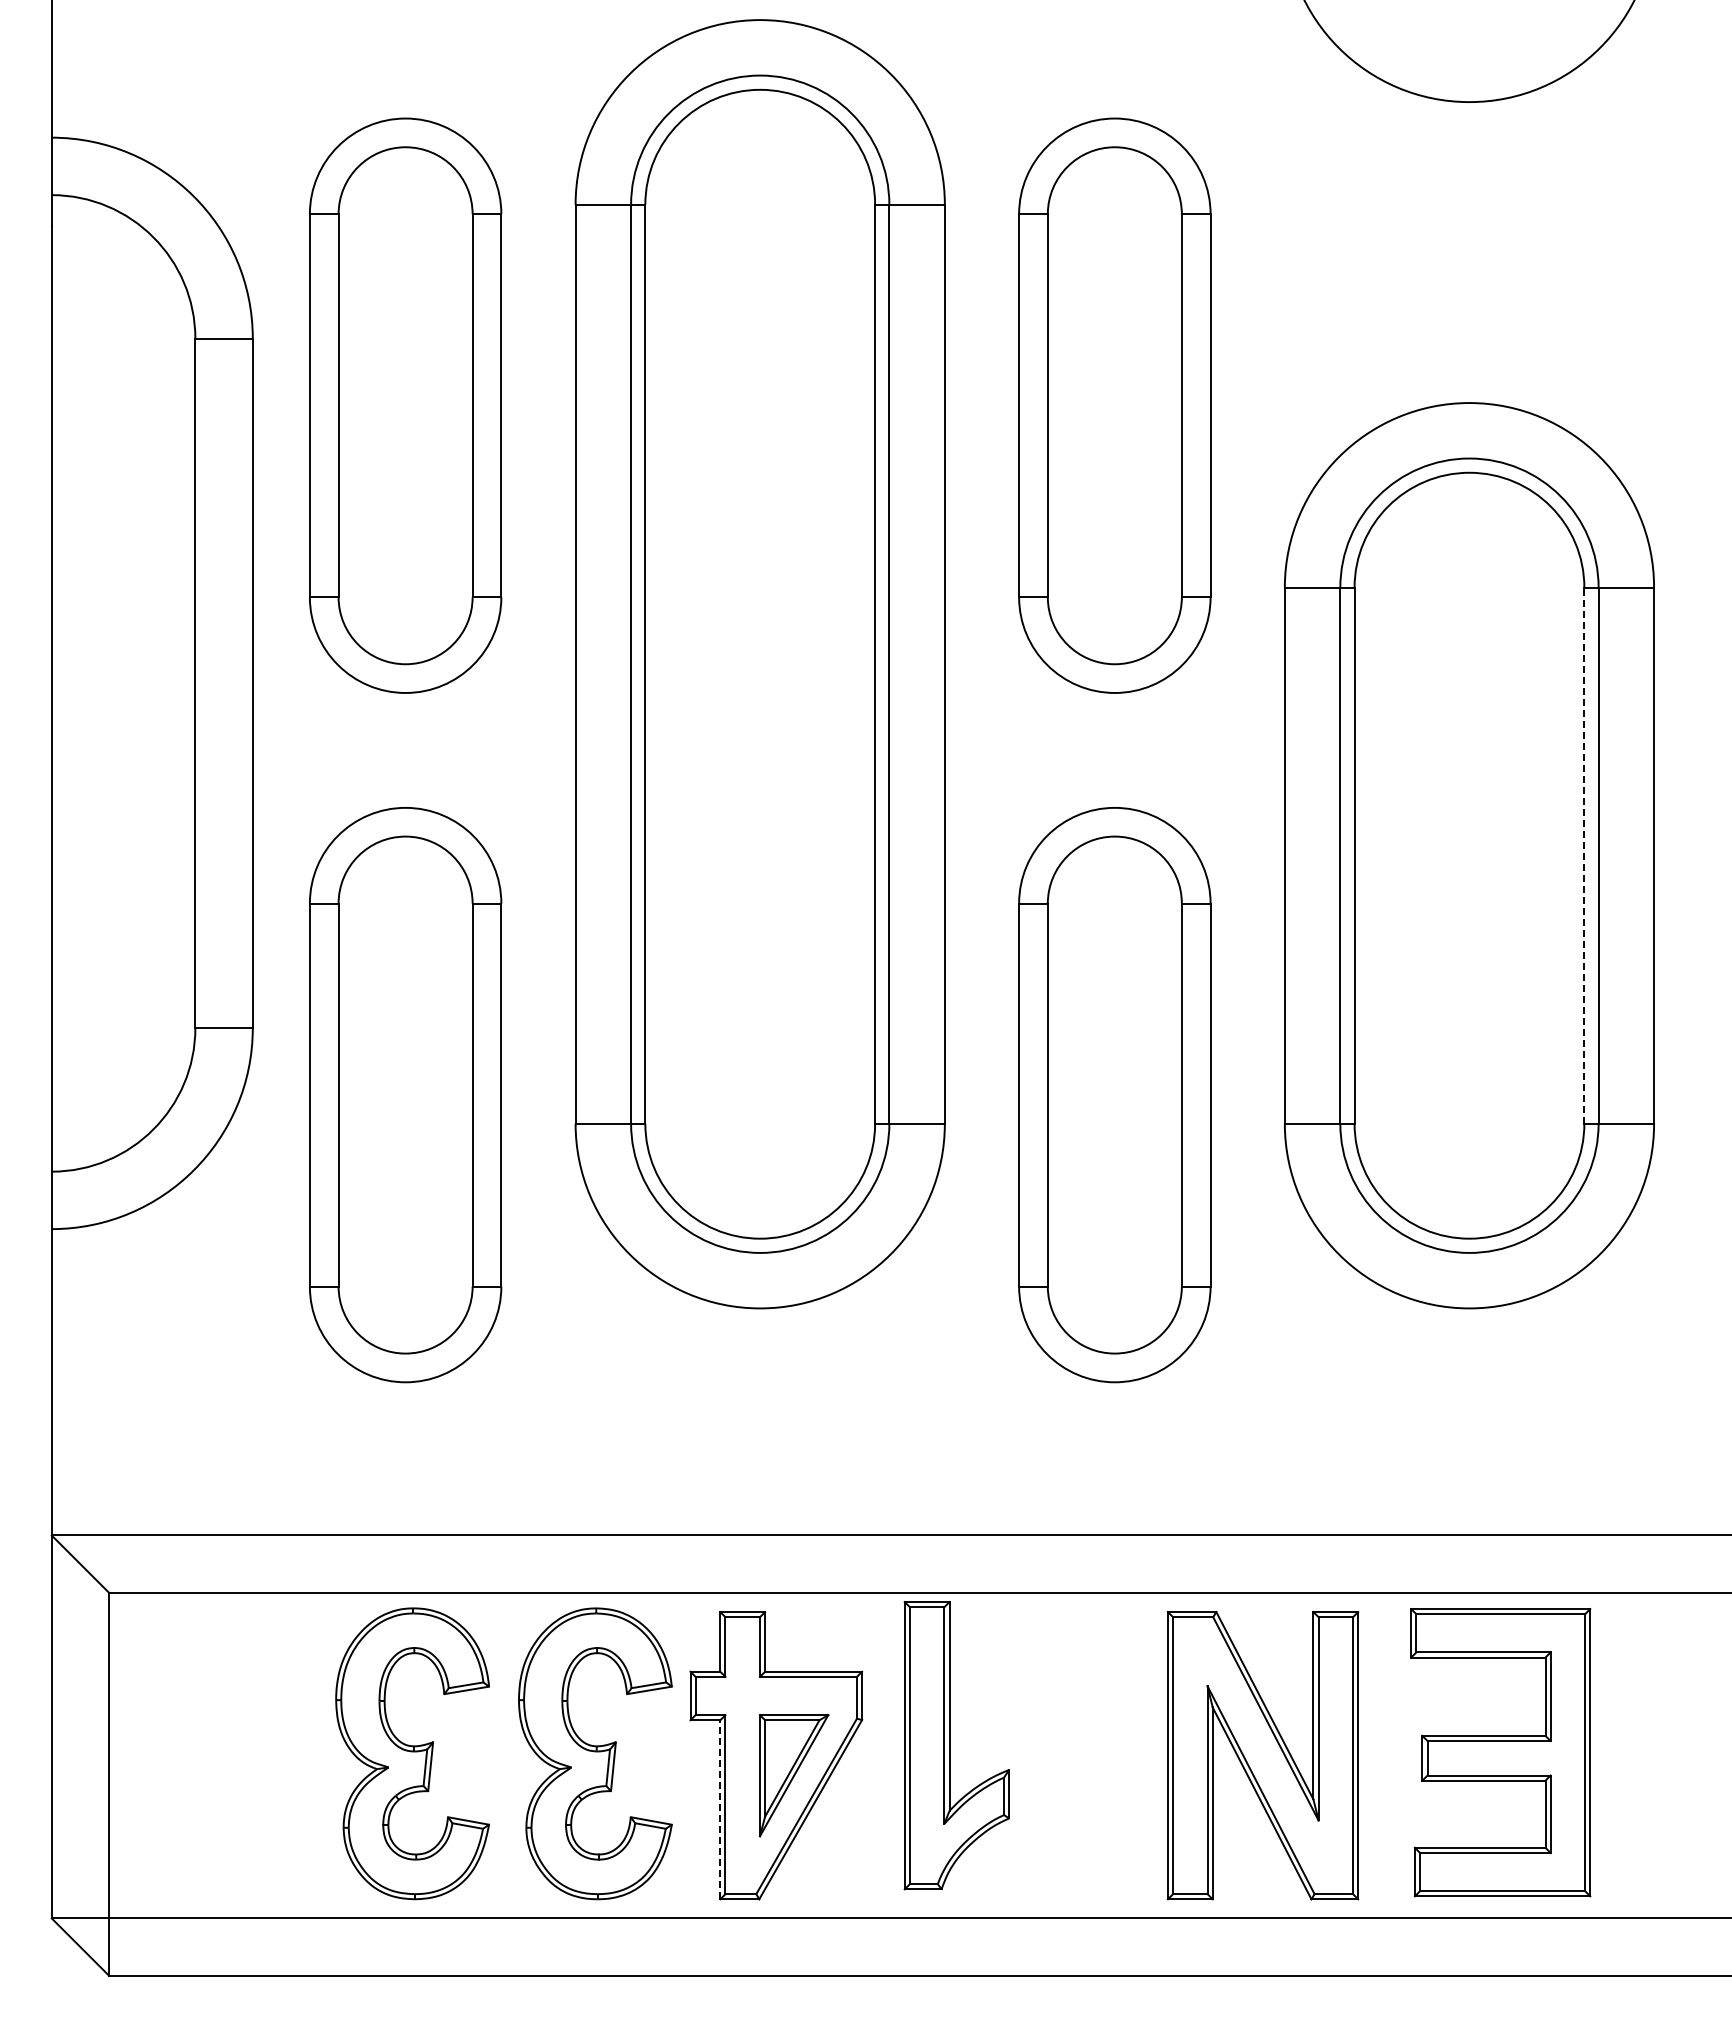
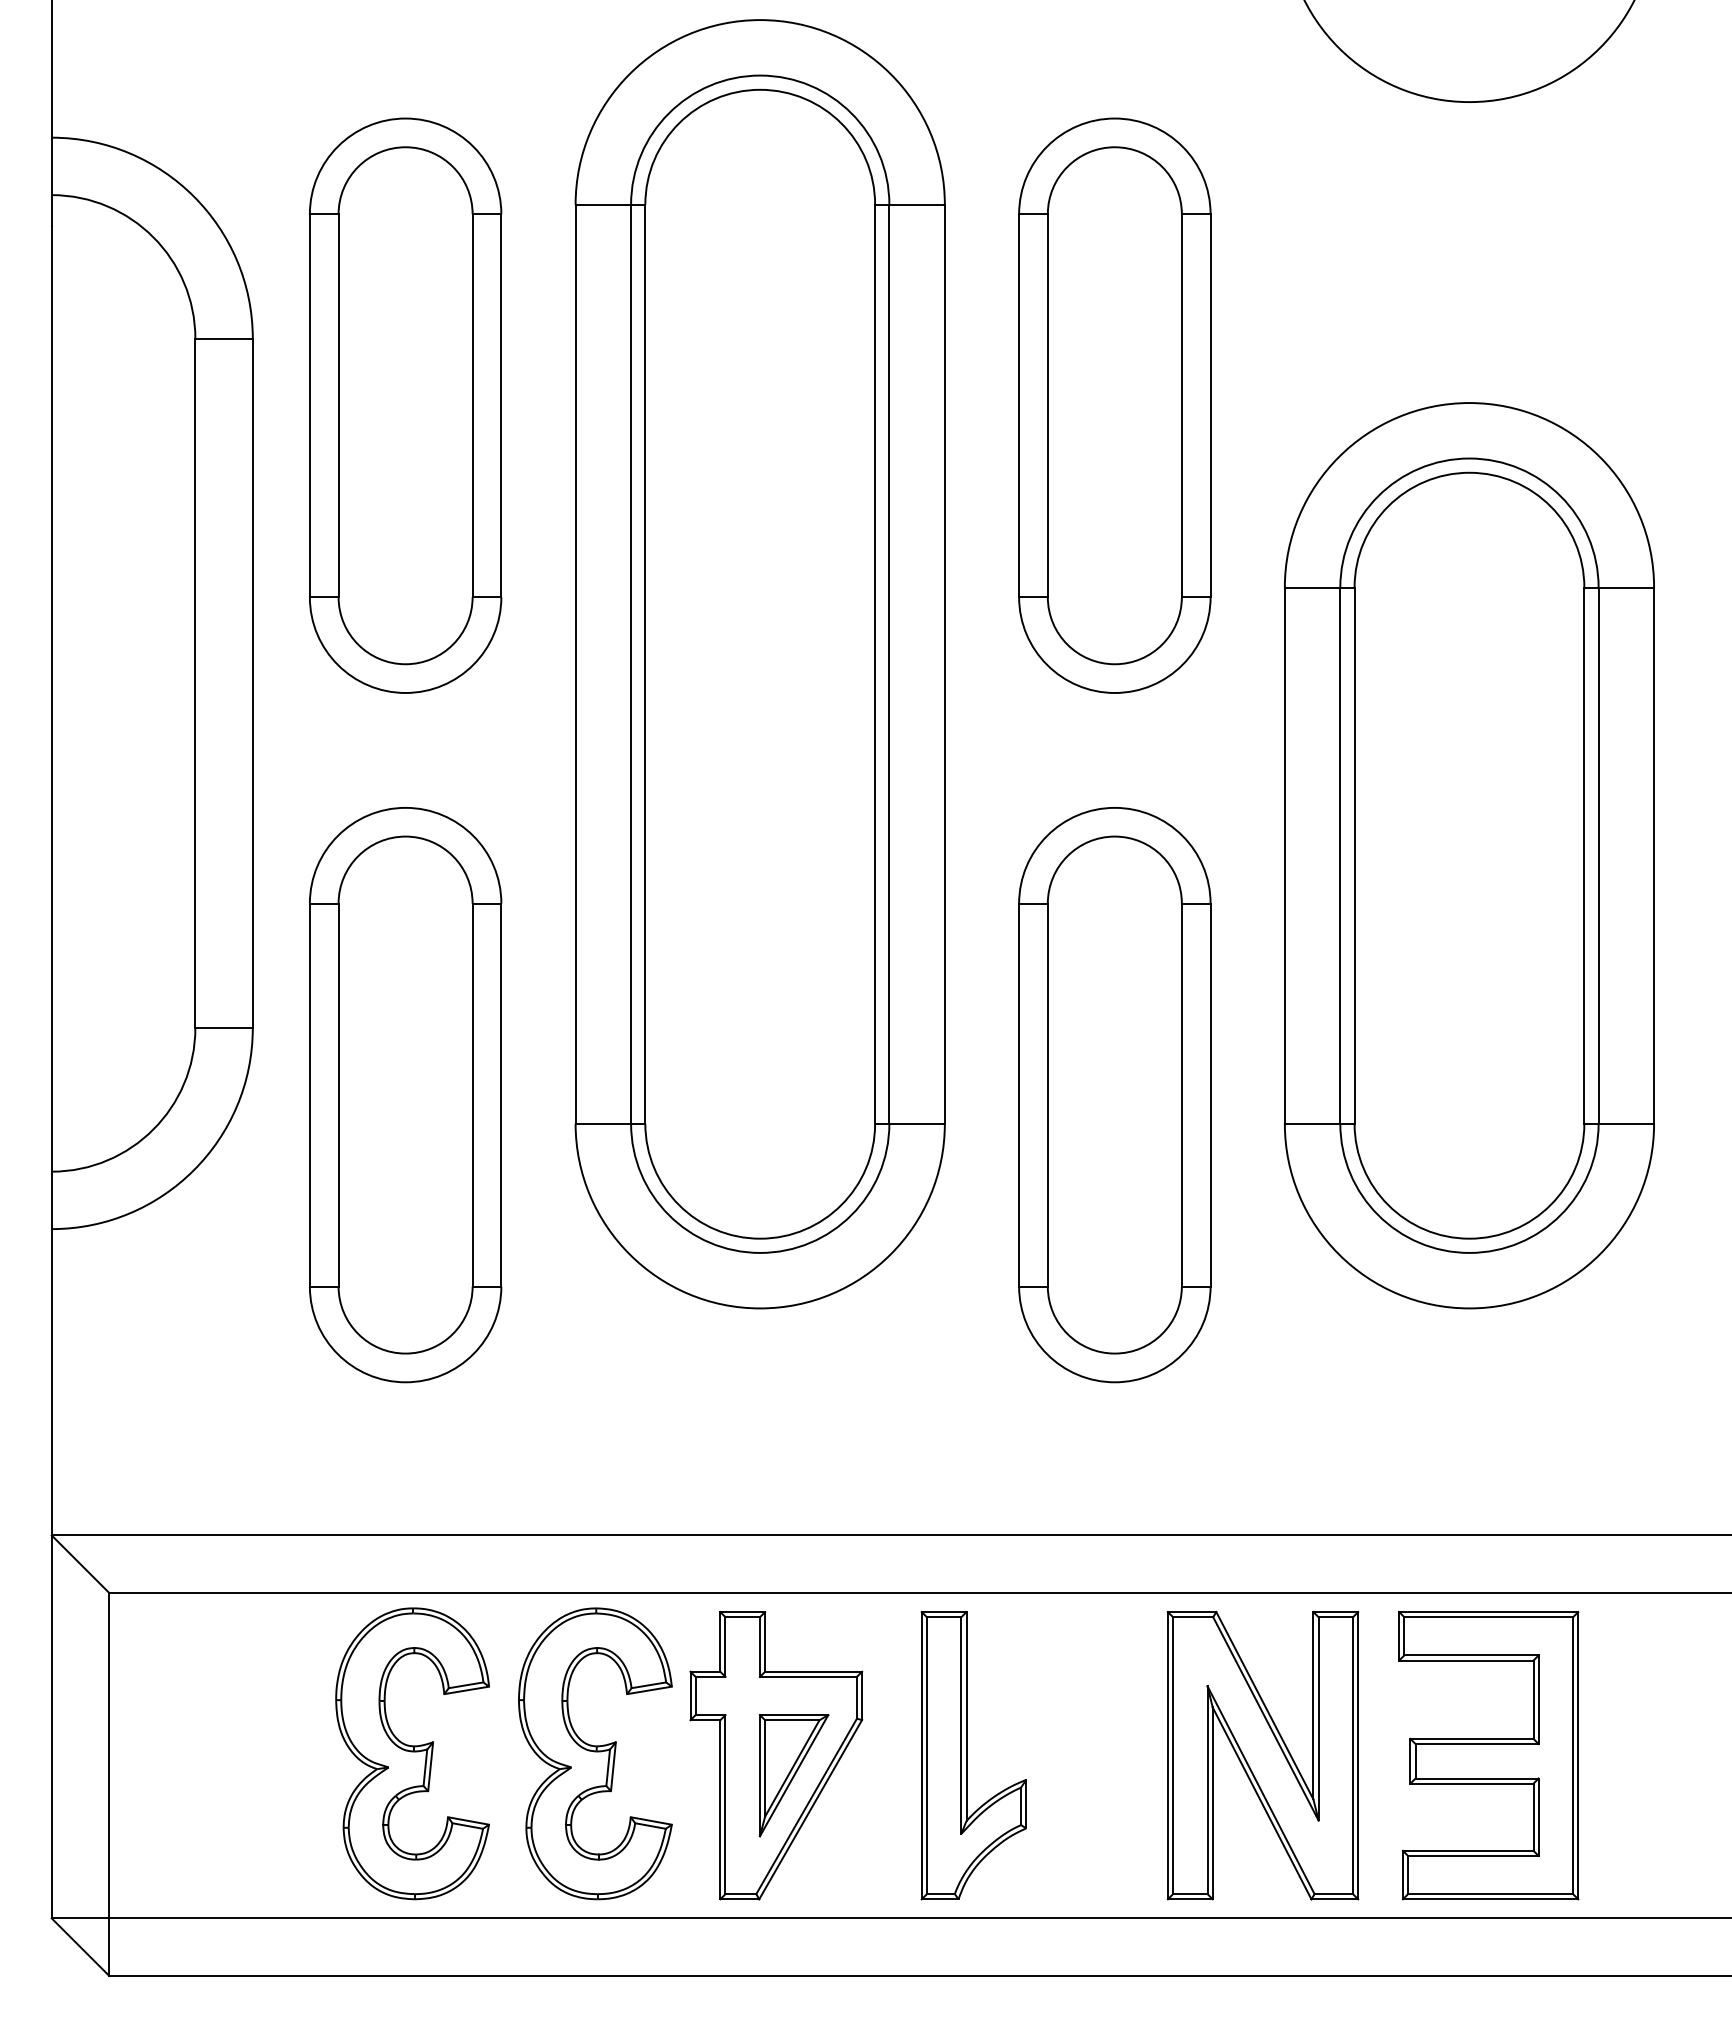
line at (1584, 855): dashed -> solid
part at (956, 1745) position: (956, 1745) -> (973, 1755)
part at (1500, 1752) position: (1500, 1752) -> (1488, 1755)
line at (720, 1809): dashed -> solid
